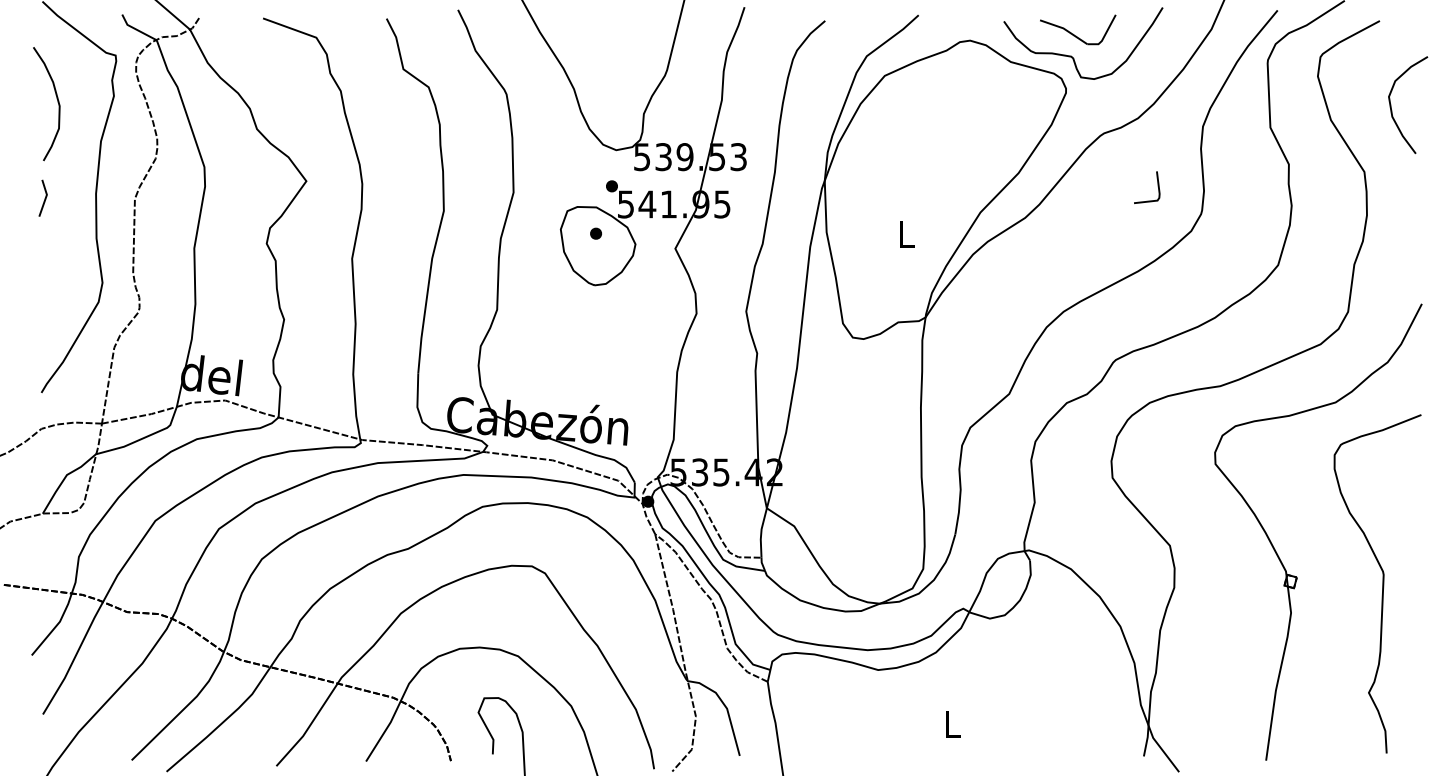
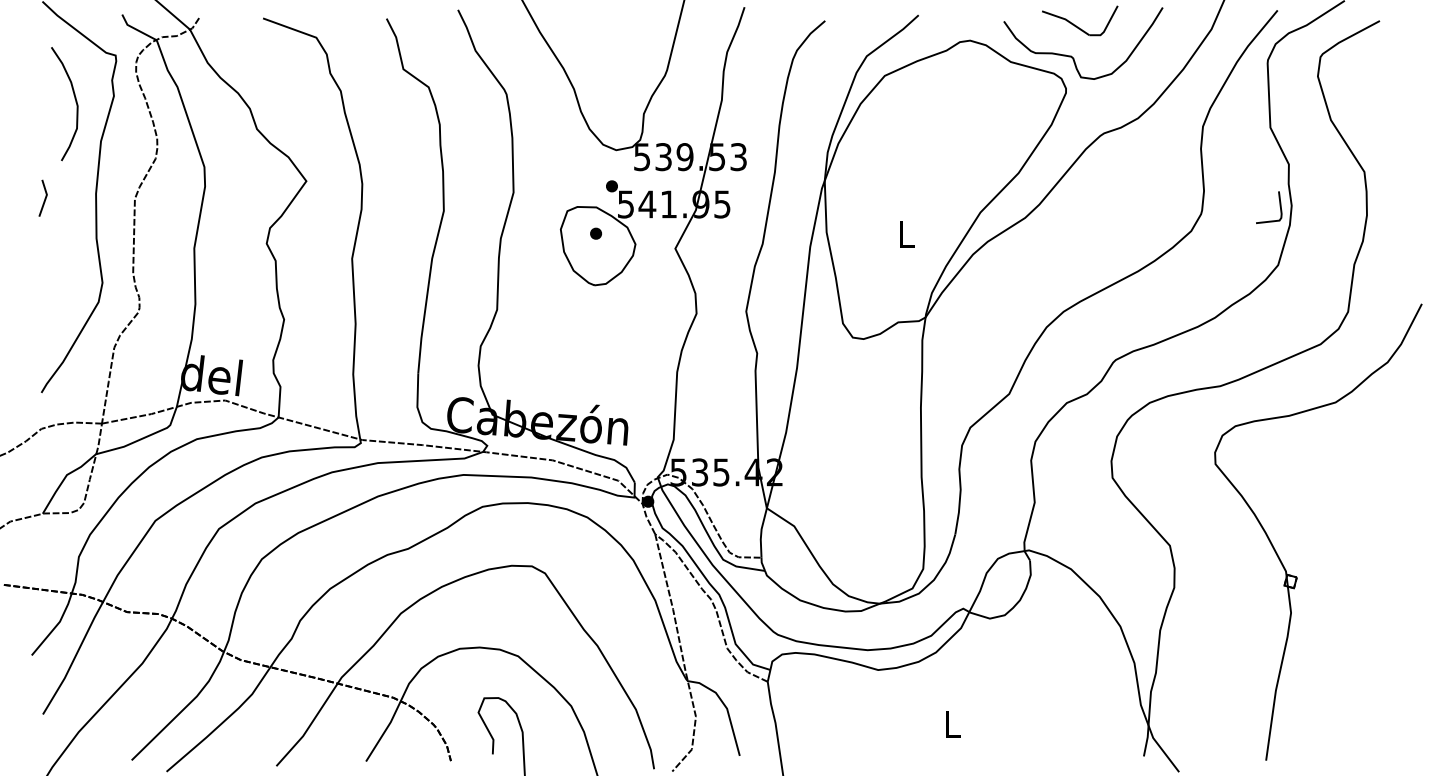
part at (1076, 35) position: (1076, 35) -> (1078, 26)
curve at (57, 102) position: (57, 102) -> (75, 102)
curve at (1392, 110): present -> none
line at (1157, 186) position: (1157, 186) -> (1279, 206)
curve at (1382, 583): present -> none
